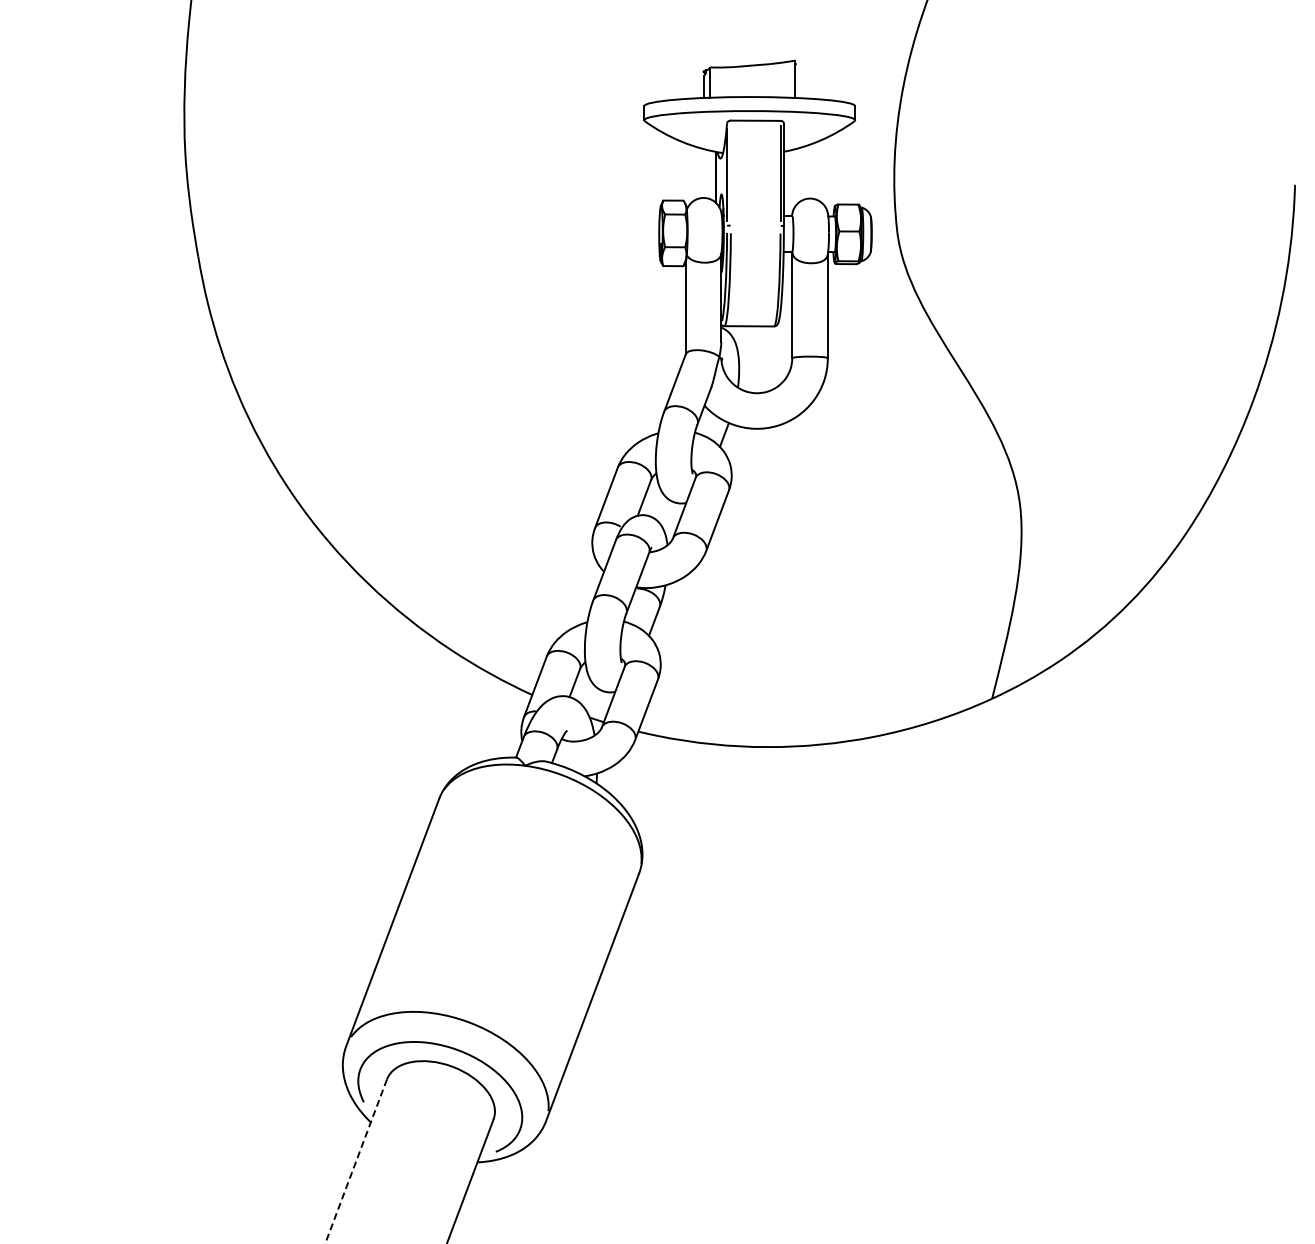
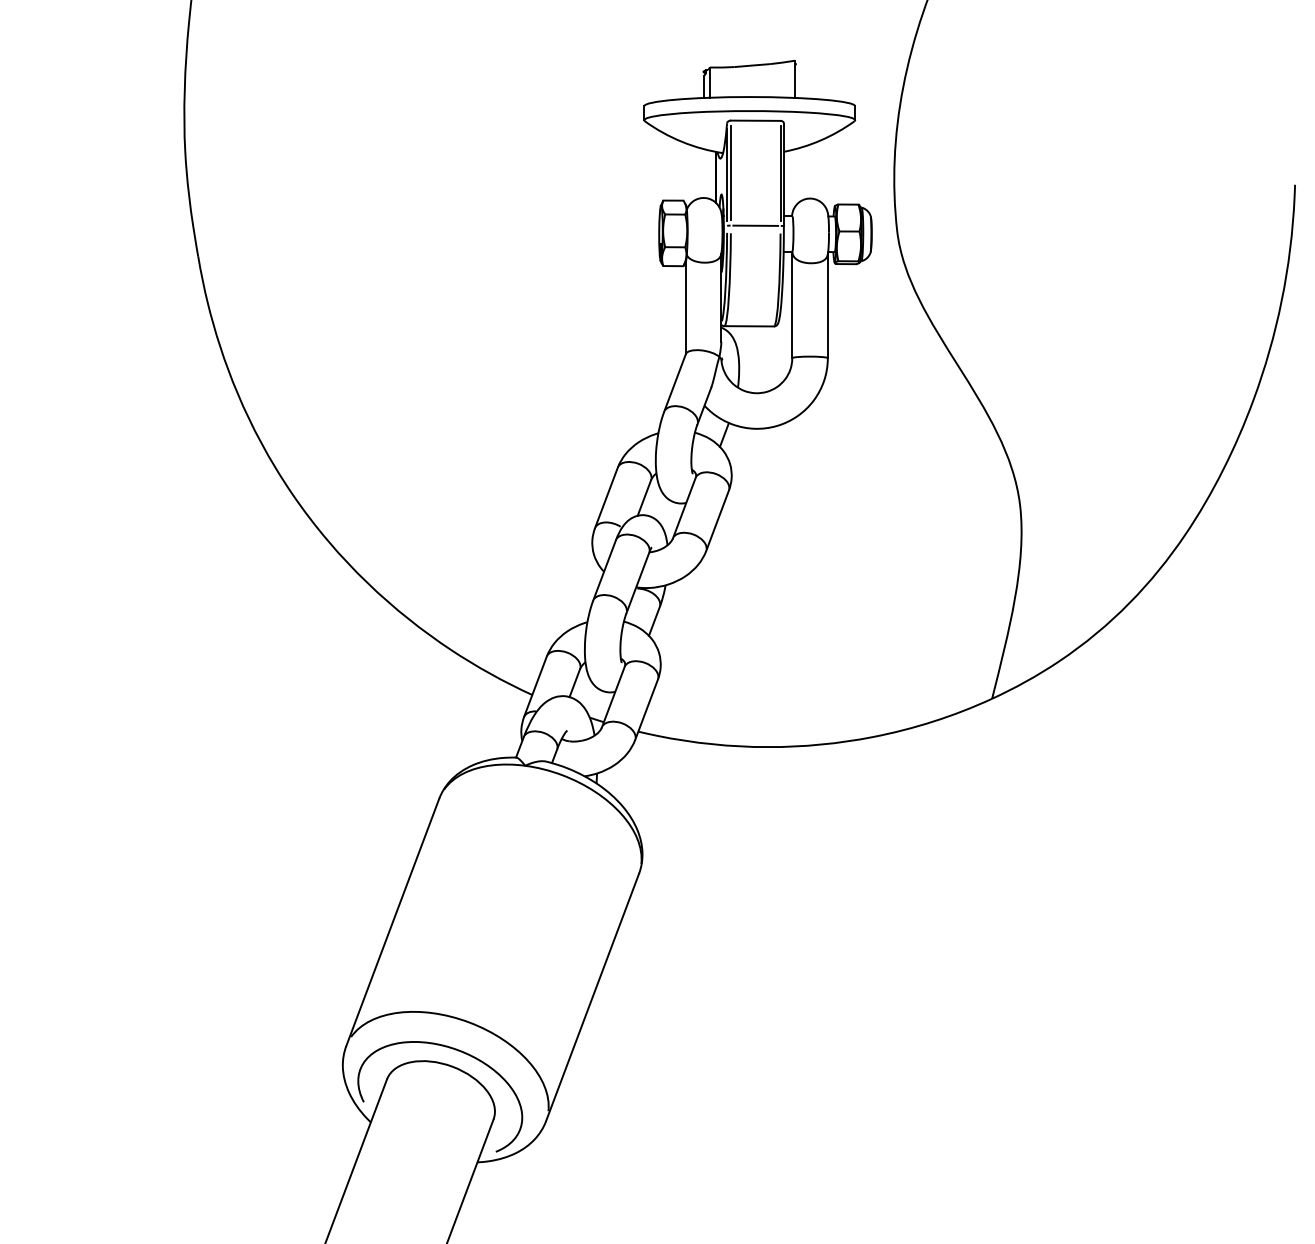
line at (730, 172): none -> present
line at (755, 225): none -> present
line at (356, 1161): dashed -> solid
